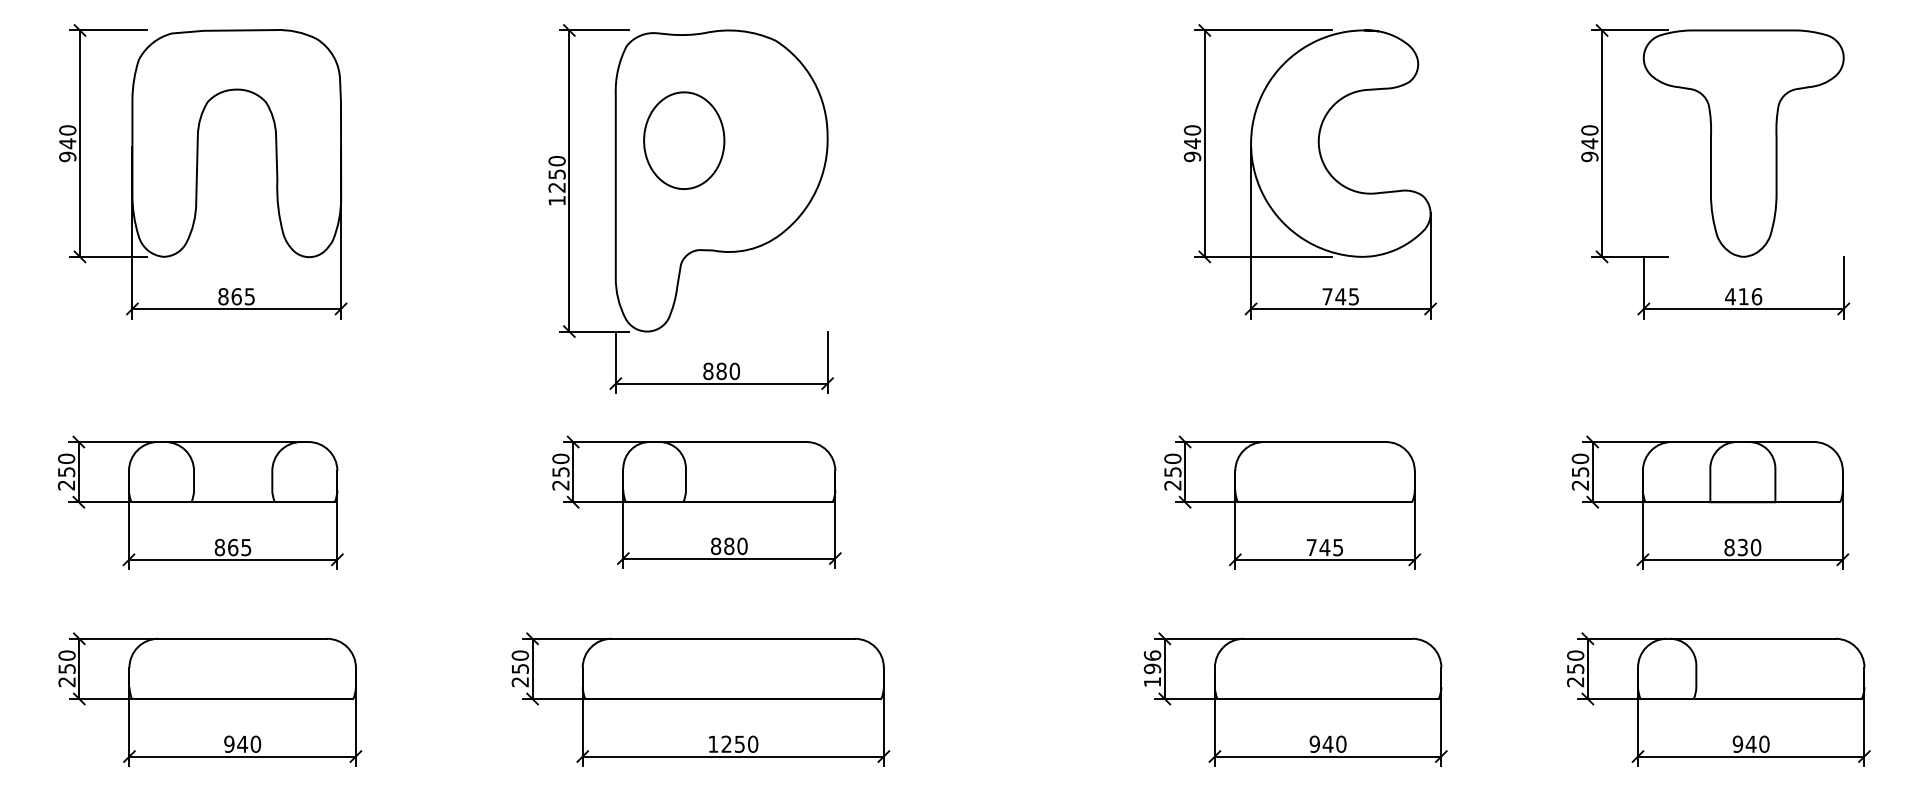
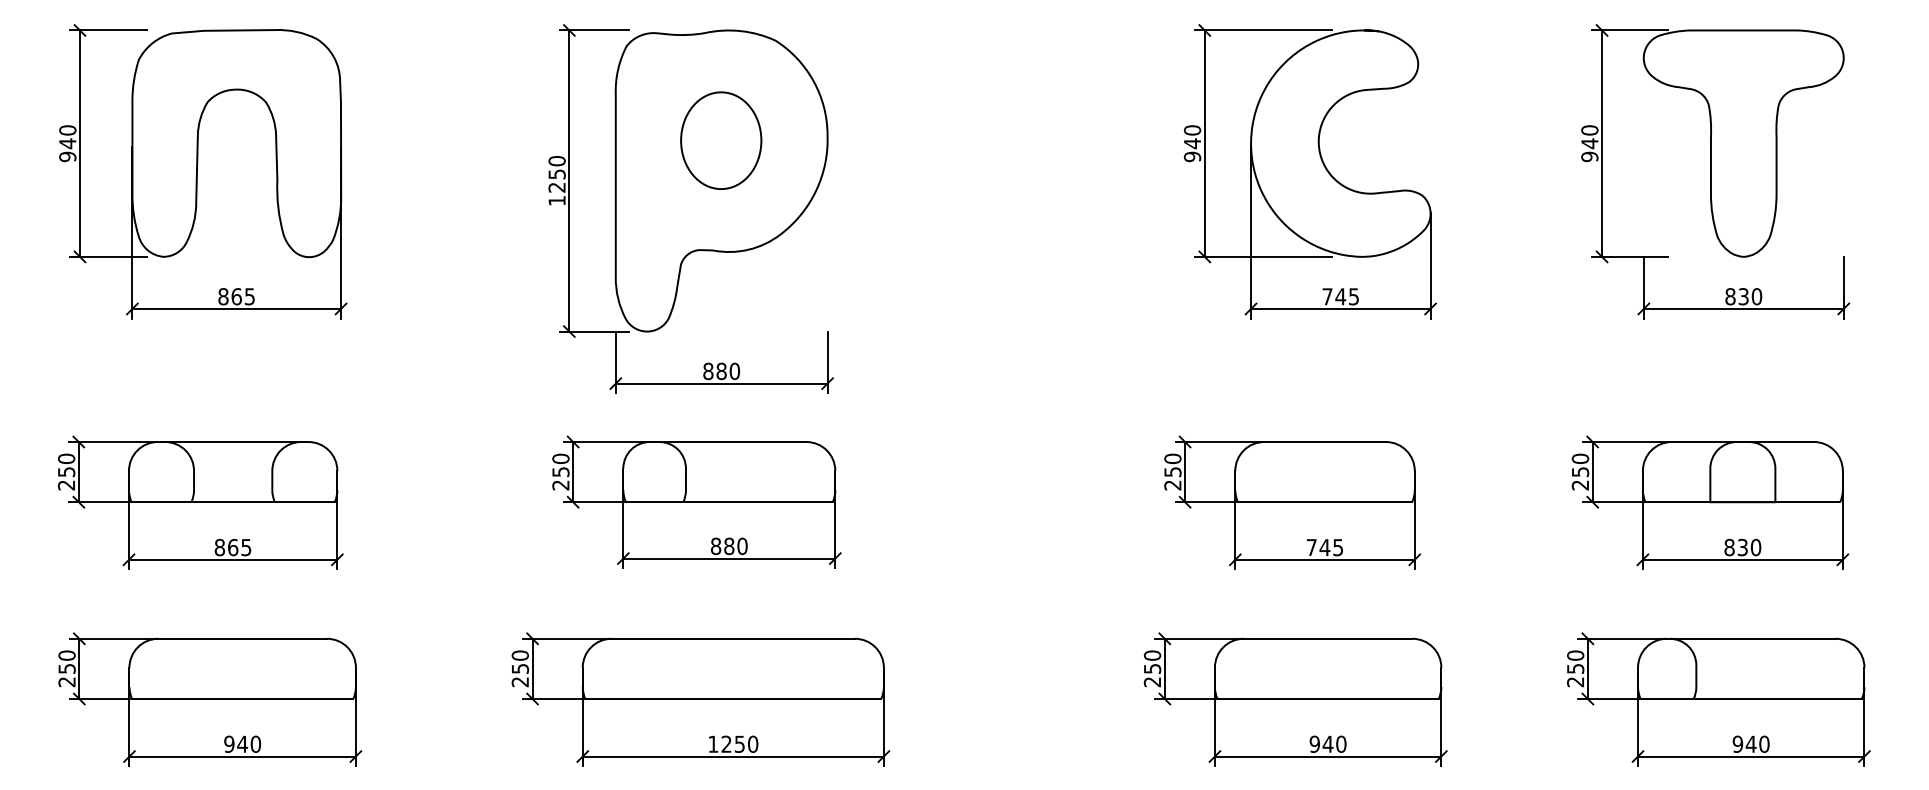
part at (684, 140) position: (684, 140) -> (721, 140)
text at (1743, 296): 416 -> 830
text at (1151, 668): 196 -> 250
